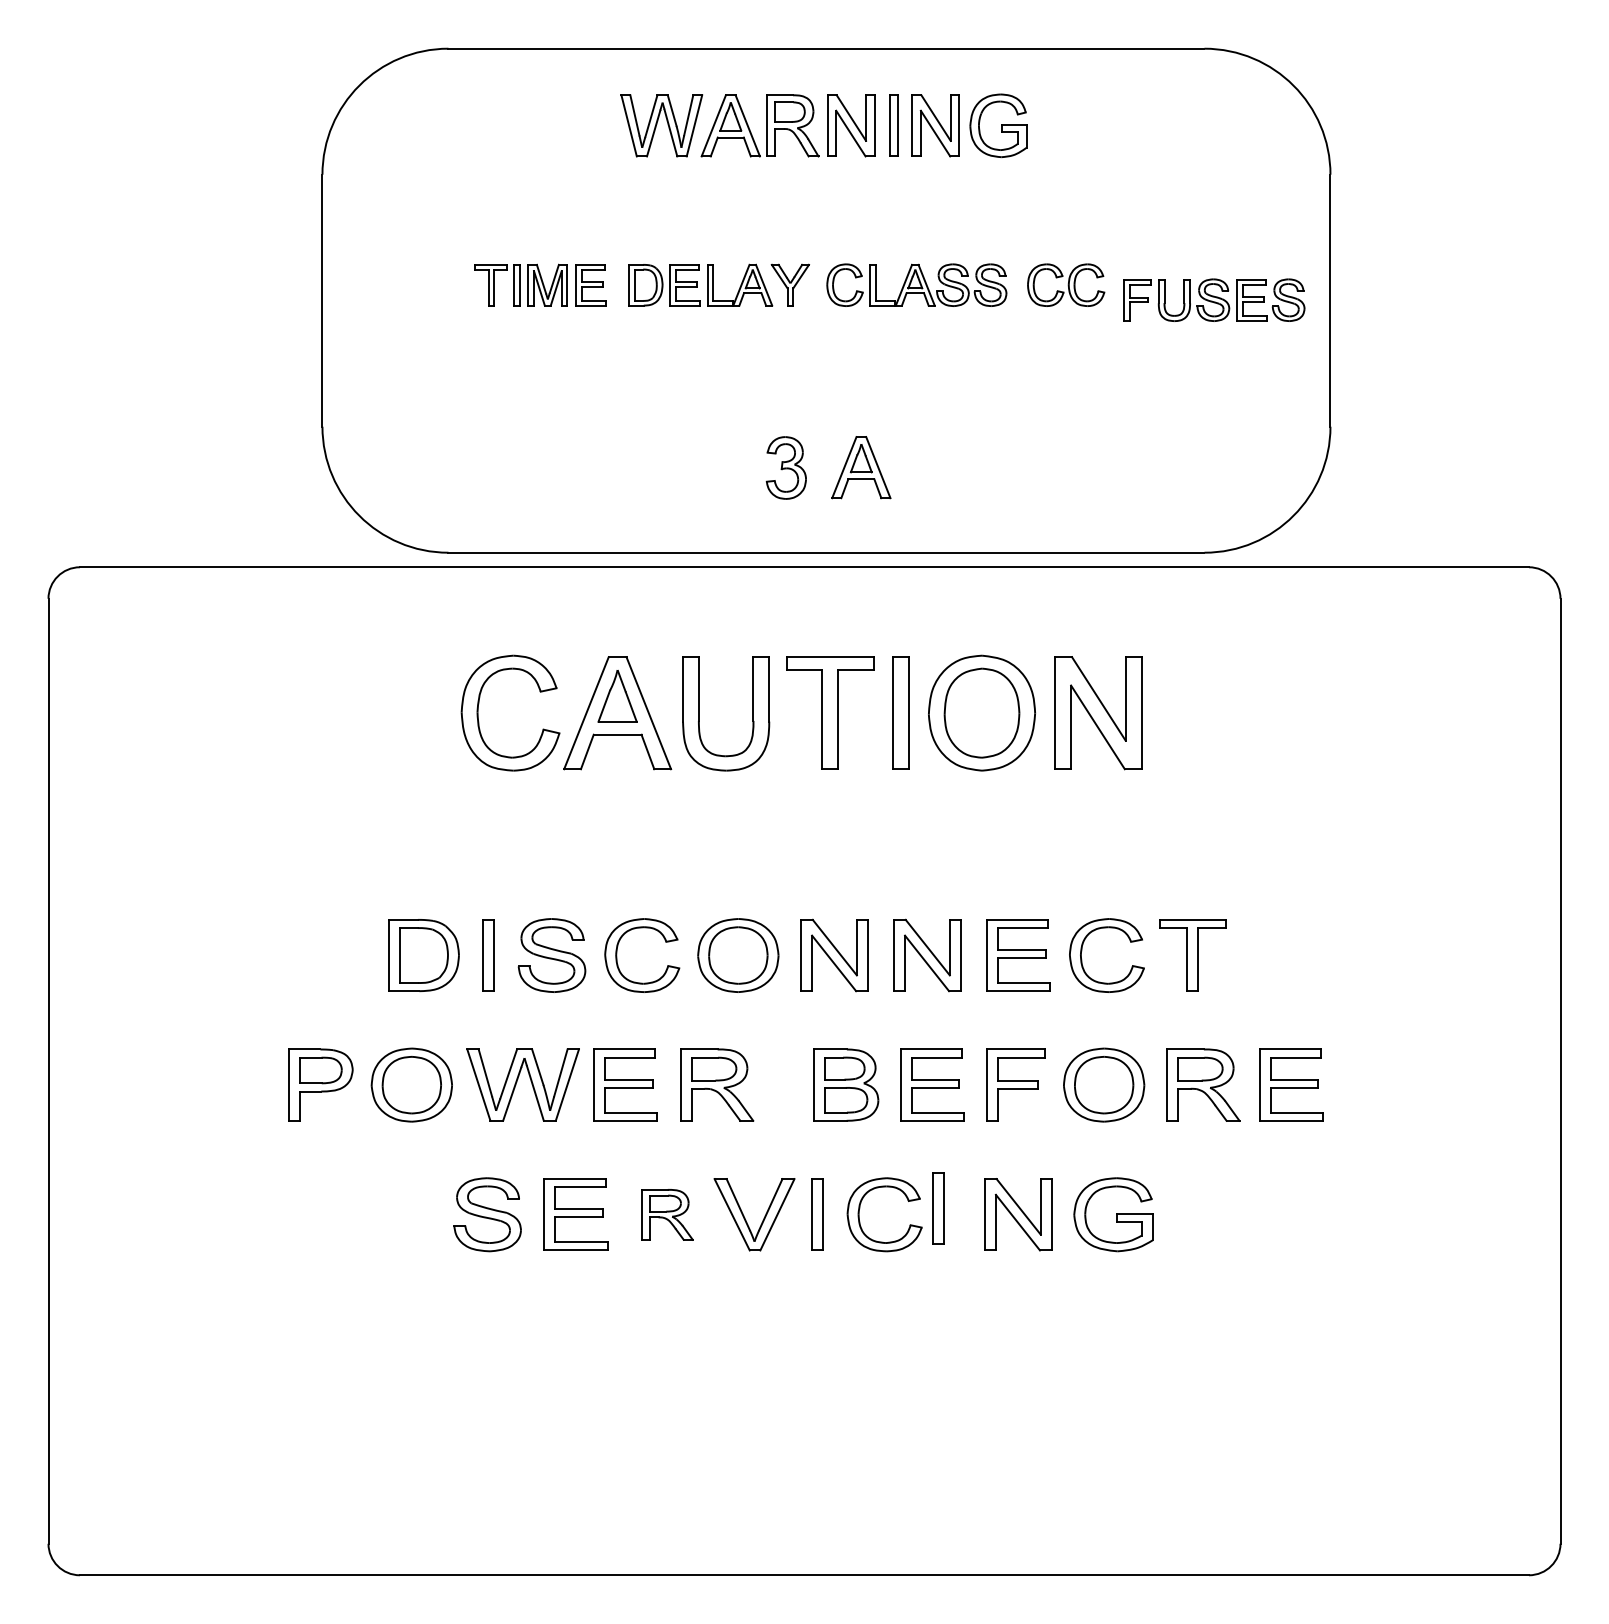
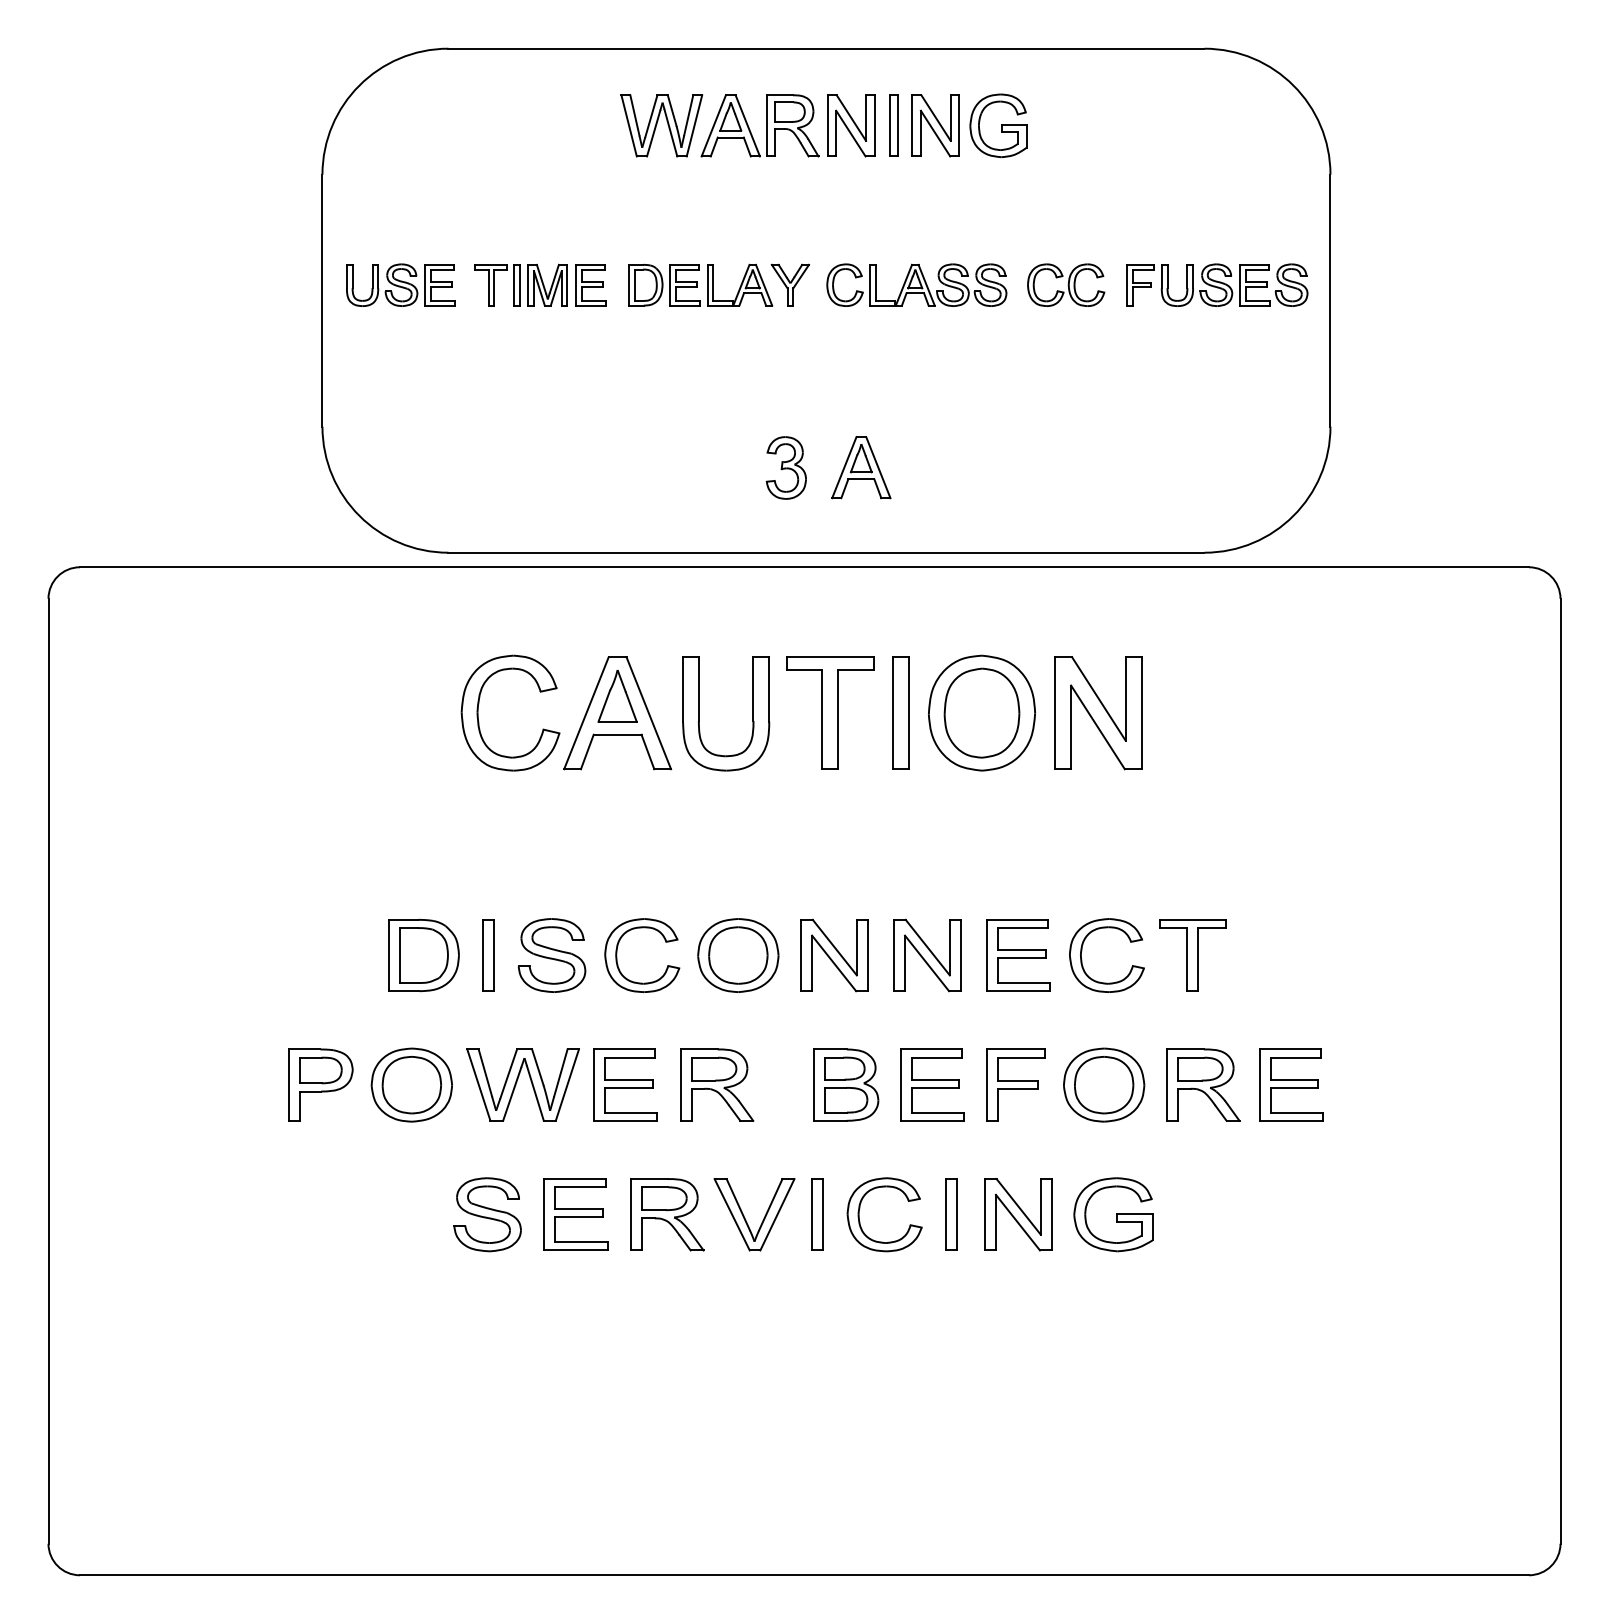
part at (400, 284): none -> present
part at (1214, 299) position: (1214, 299) -> (1217, 284)
part at (938, 1208) position: (938, 1208) -> (951, 1214)
part at (667, 1214) size: 53x52 px -> 75x74 px
